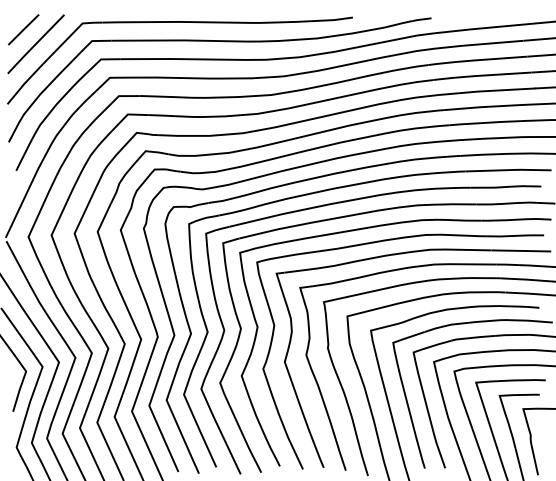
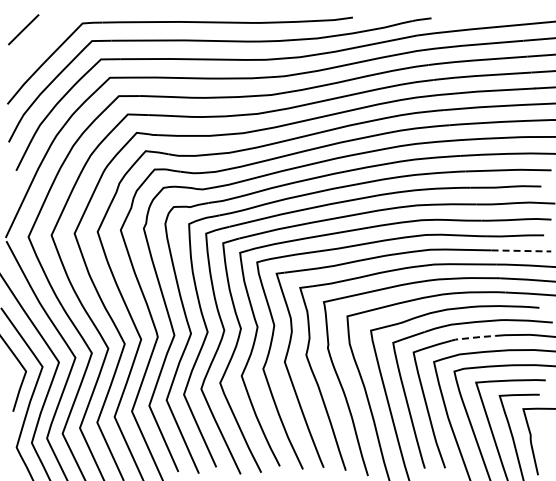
line at (35, 43): present -> none
line at (521, 250): solid -> dashed
line at (473, 337): solid -> dashed
